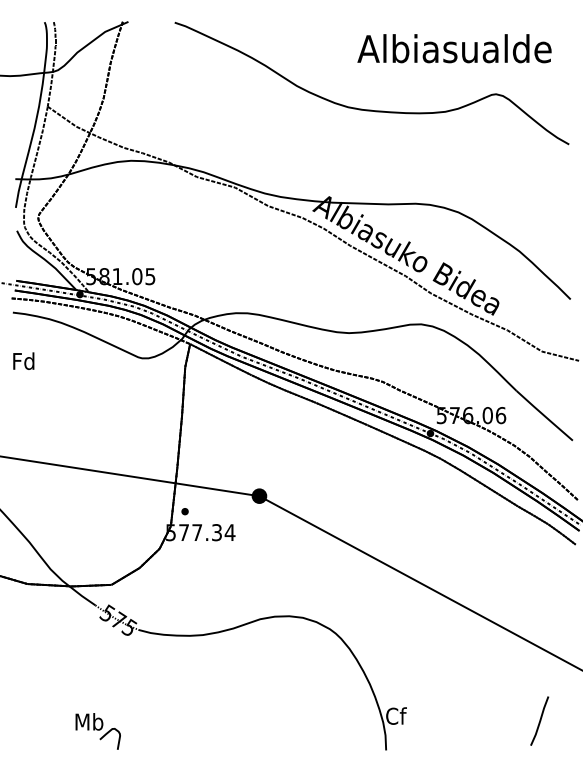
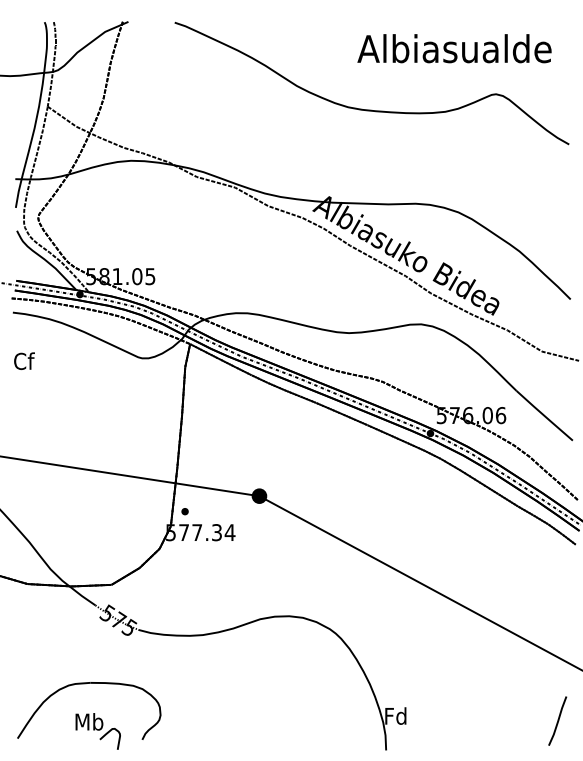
text at (23, 361): Fd -> Cf
part at (85, 684): none -> present
text at (395, 715): Cf -> Fd
line at (539, 720) position: (539, 720) -> (557, 720)
